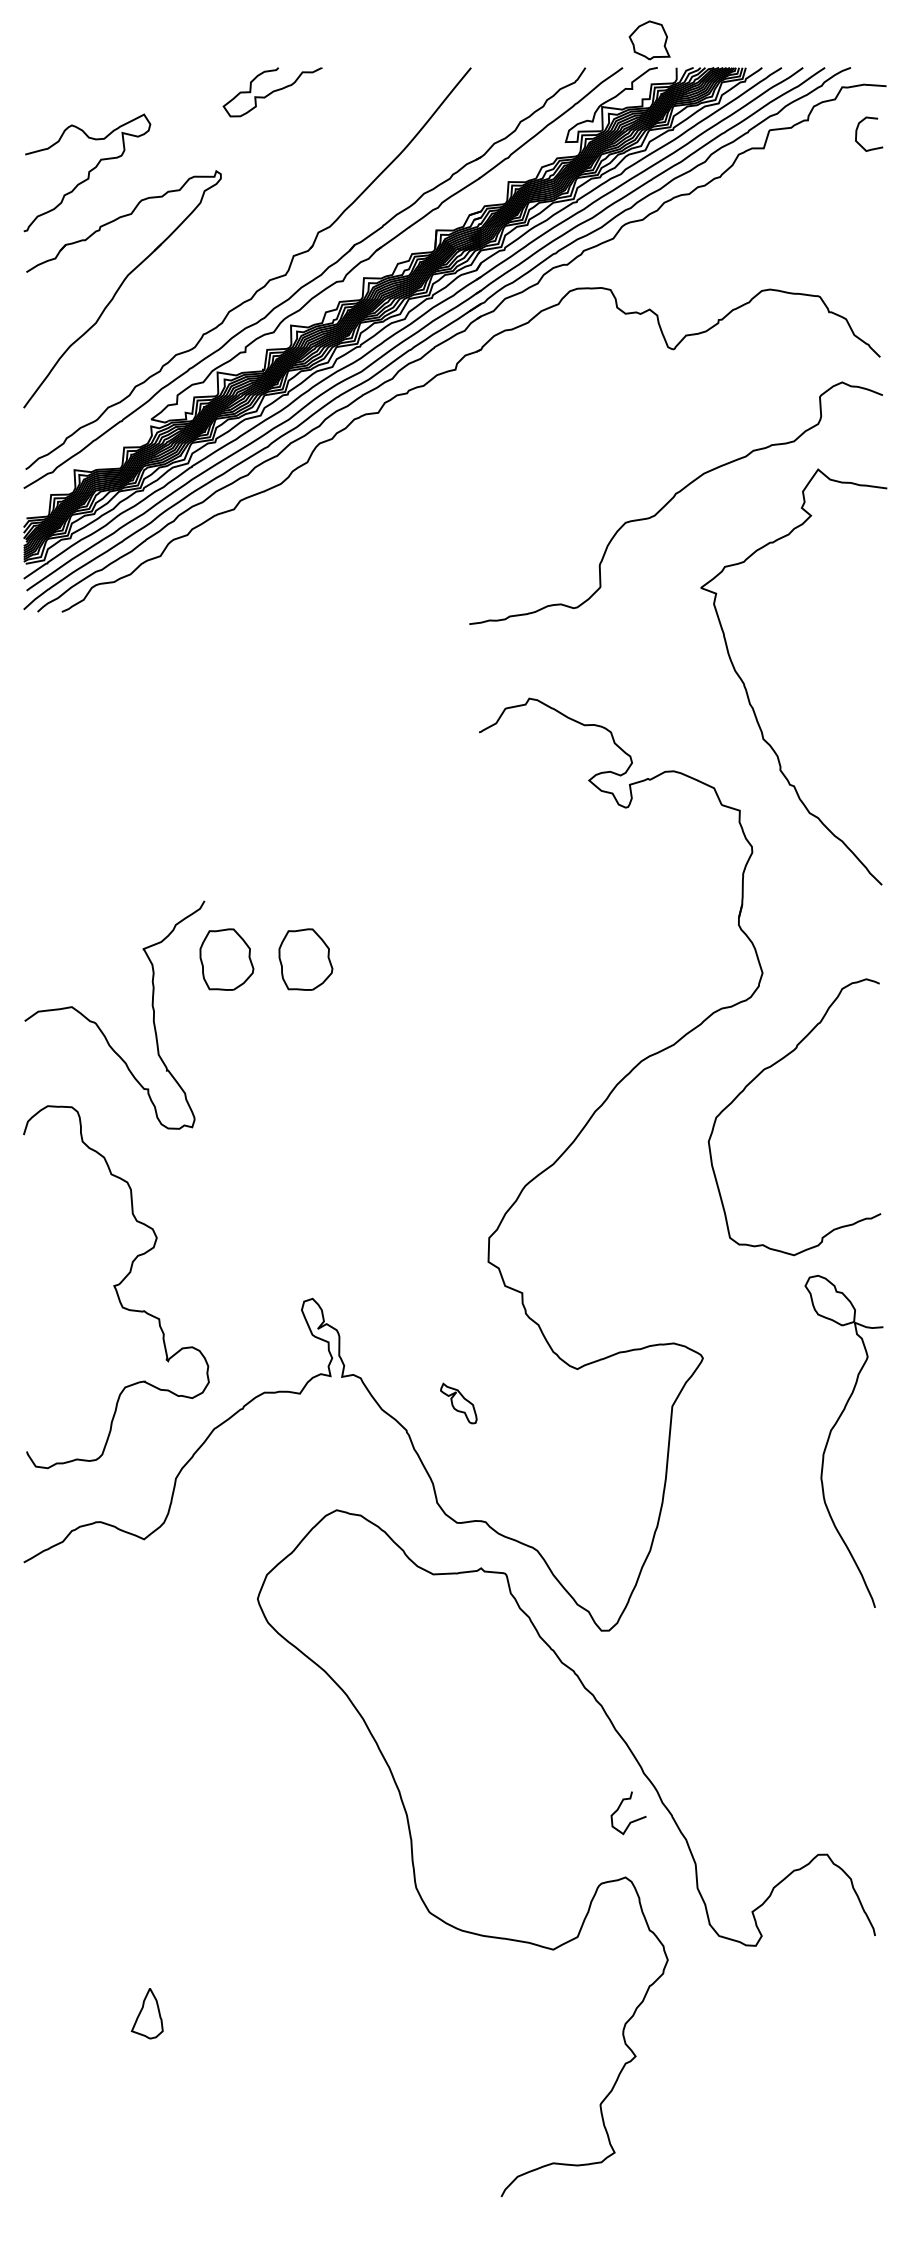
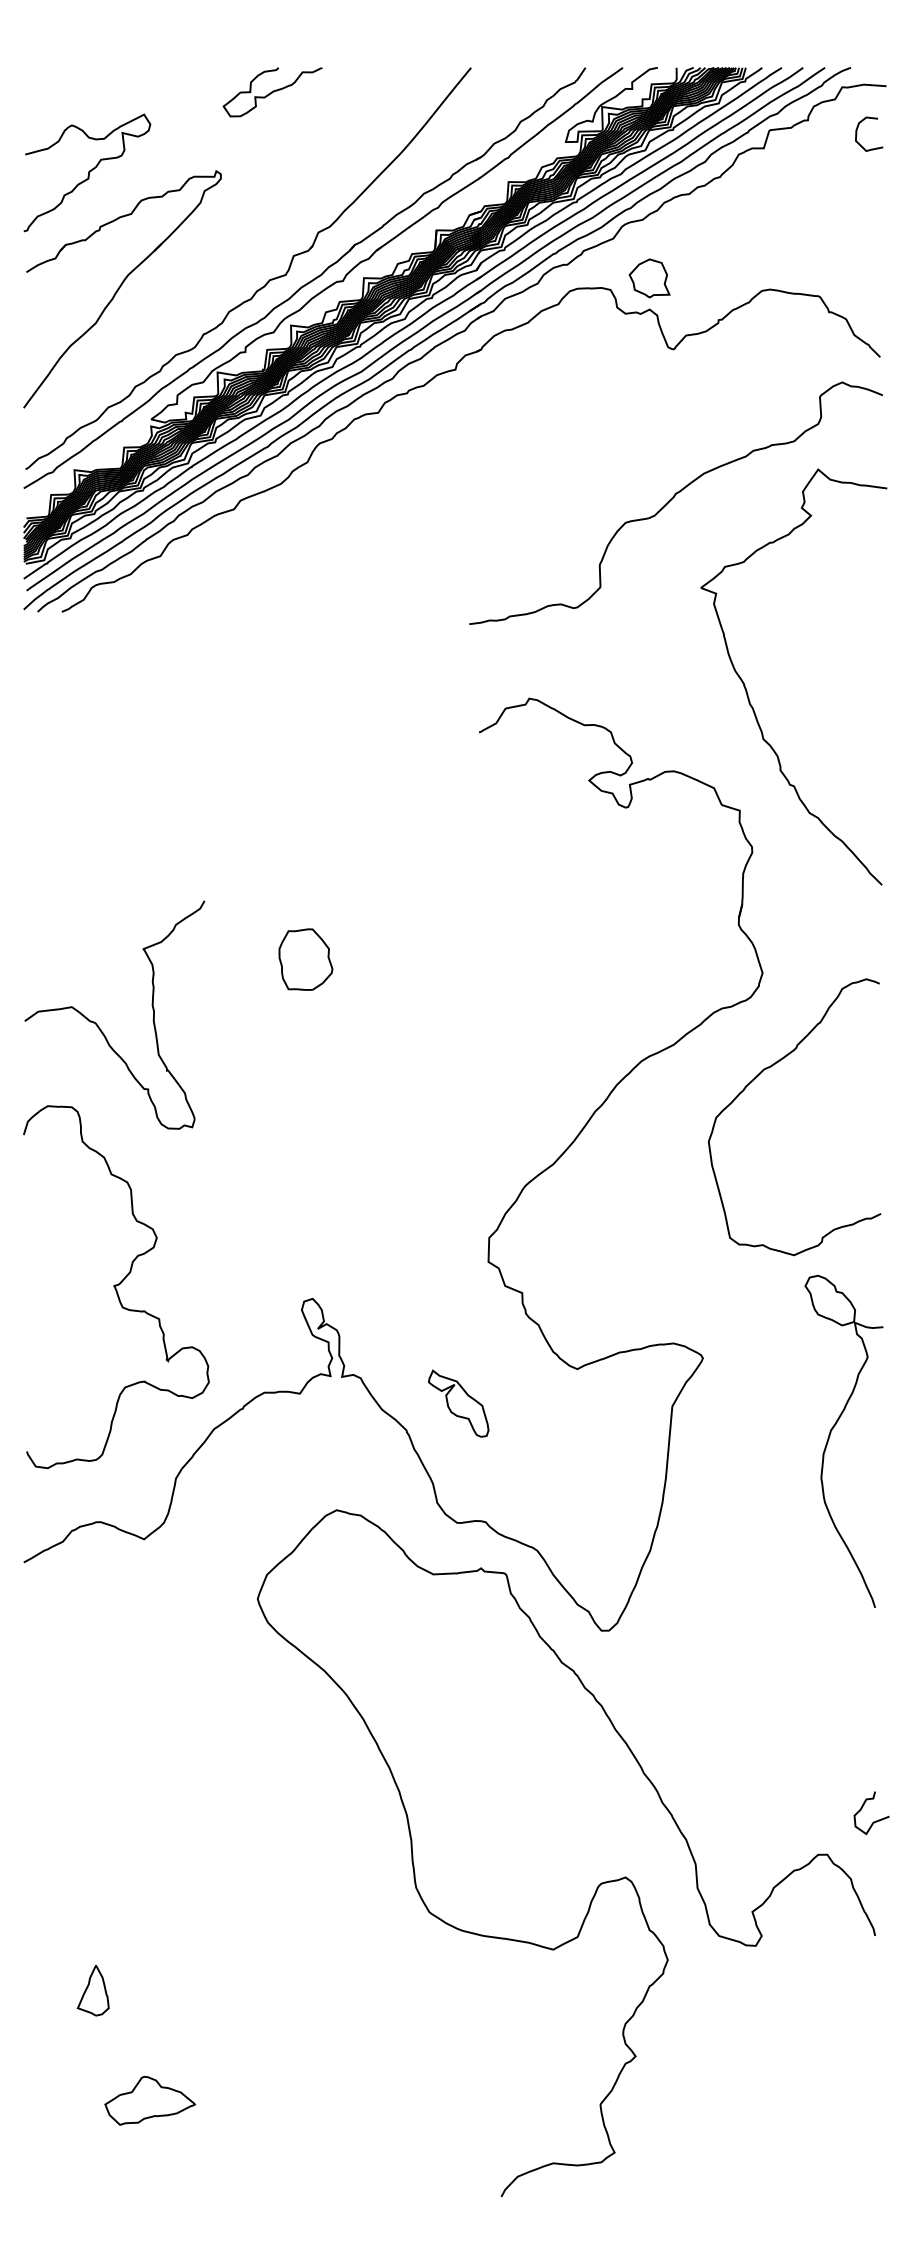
part at (649, 40) position: (649, 40) -> (649, 278)
part at (226, 959): present -> none
part at (458, 1403) size: 38x43 px -> 62x69 px
curve at (630, 1821) position: (630, 1821) -> (873, 1821)
part at (146, 2013) position: (146, 2013) -> (92, 1990)
part at (150, 2100): none -> present
